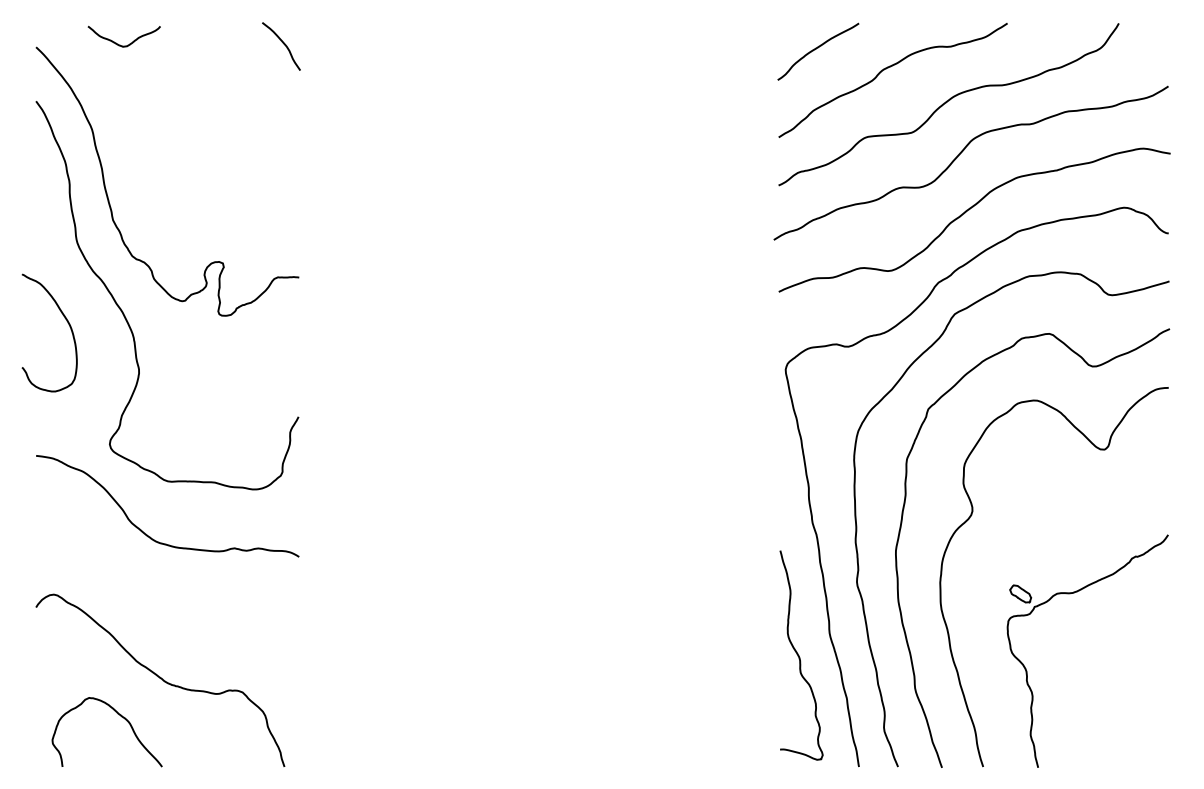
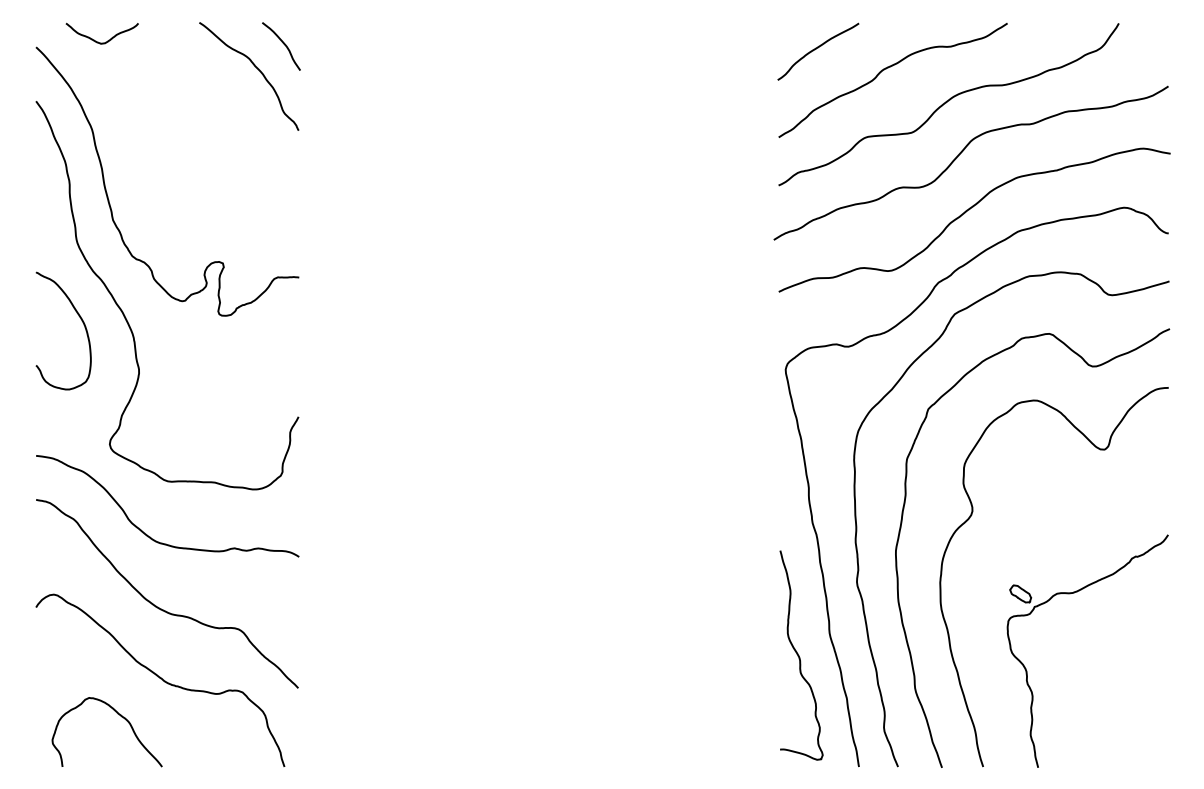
curve at (120, 44) position: (120, 44) -> (98, 41)
curve at (256, 68): none -> present
curve at (67, 323) position: (67, 323) -> (81, 321)
curve at (159, 607): none -> present
